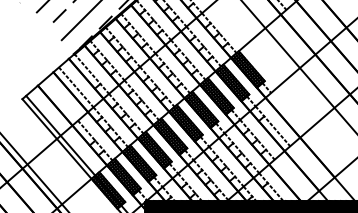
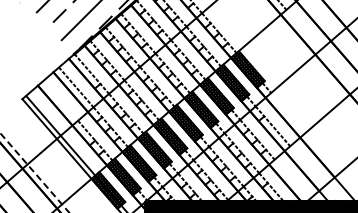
line at (298, 66): present -> none
line at (34, 172): solid -> dashed
